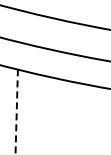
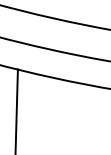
line at (16, 112): dashed -> solid
